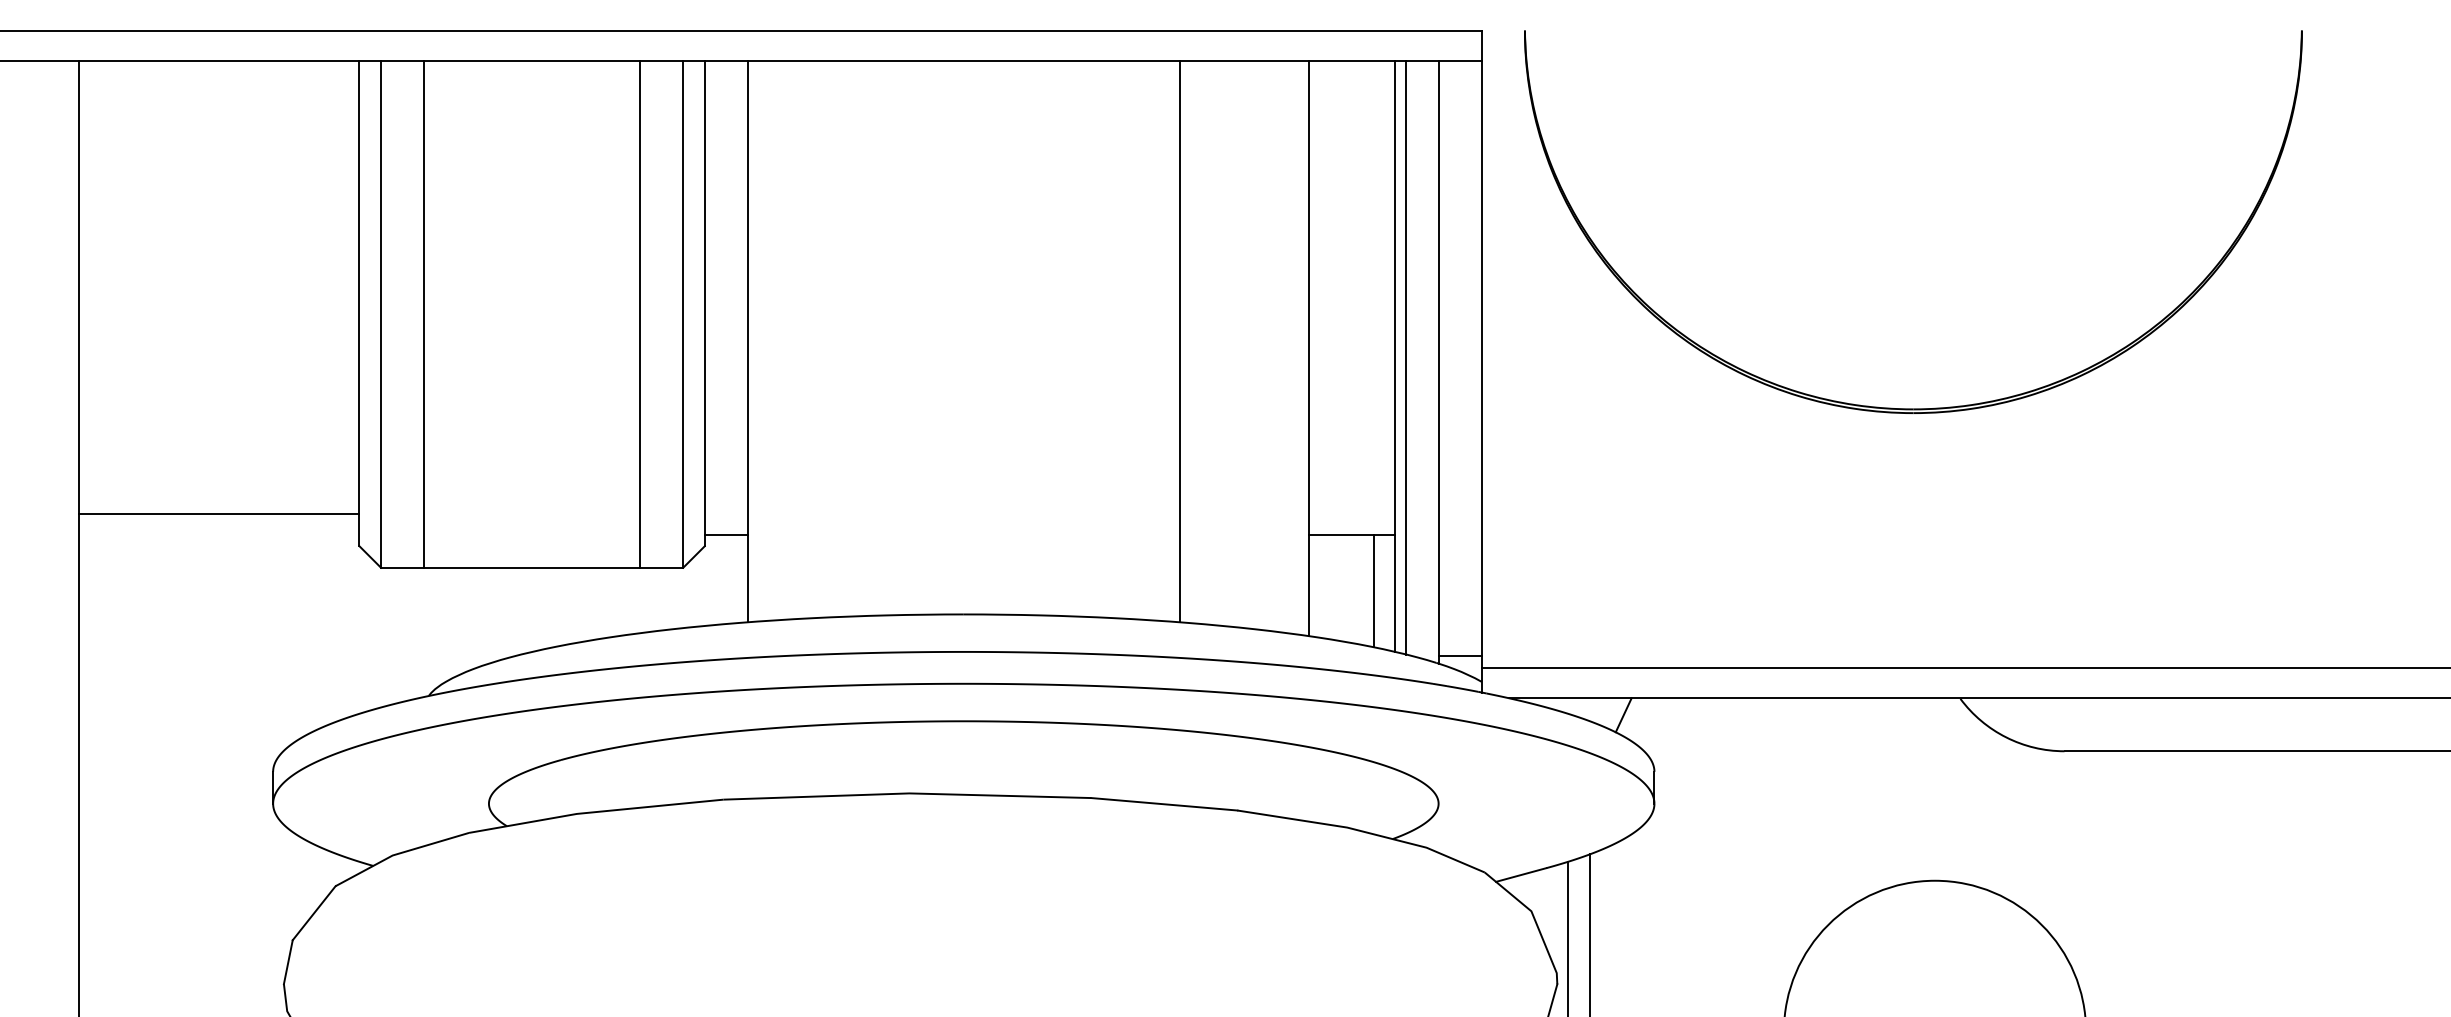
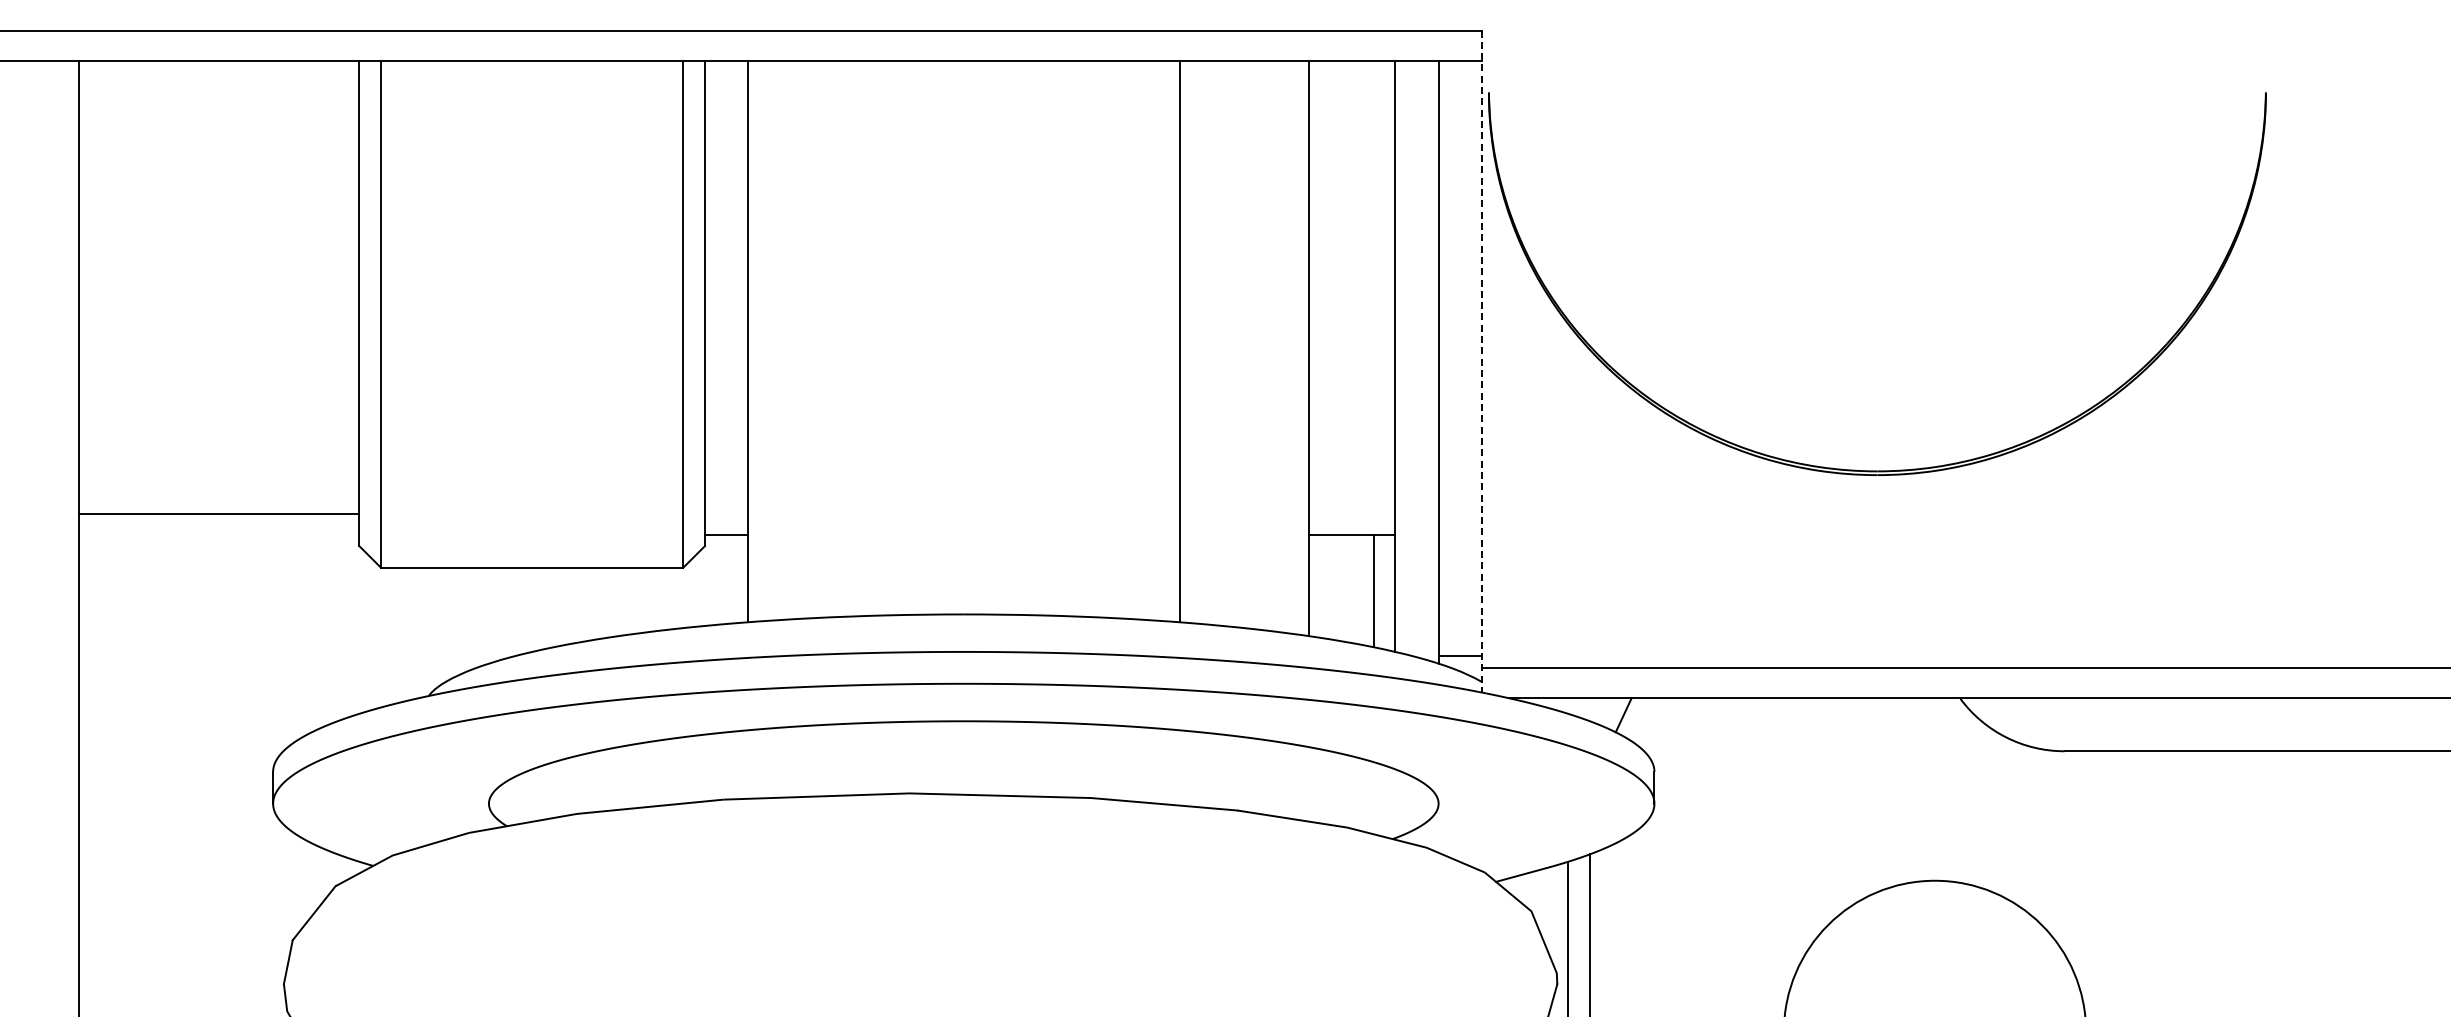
line at (424, 313): present -> none
line at (640, 313): present -> none
line at (1405, 357): present -> none
line at (1481, 361): solid -> dashed
part at (1913, 408) position: (1913, 408) -> (1877, 470)
